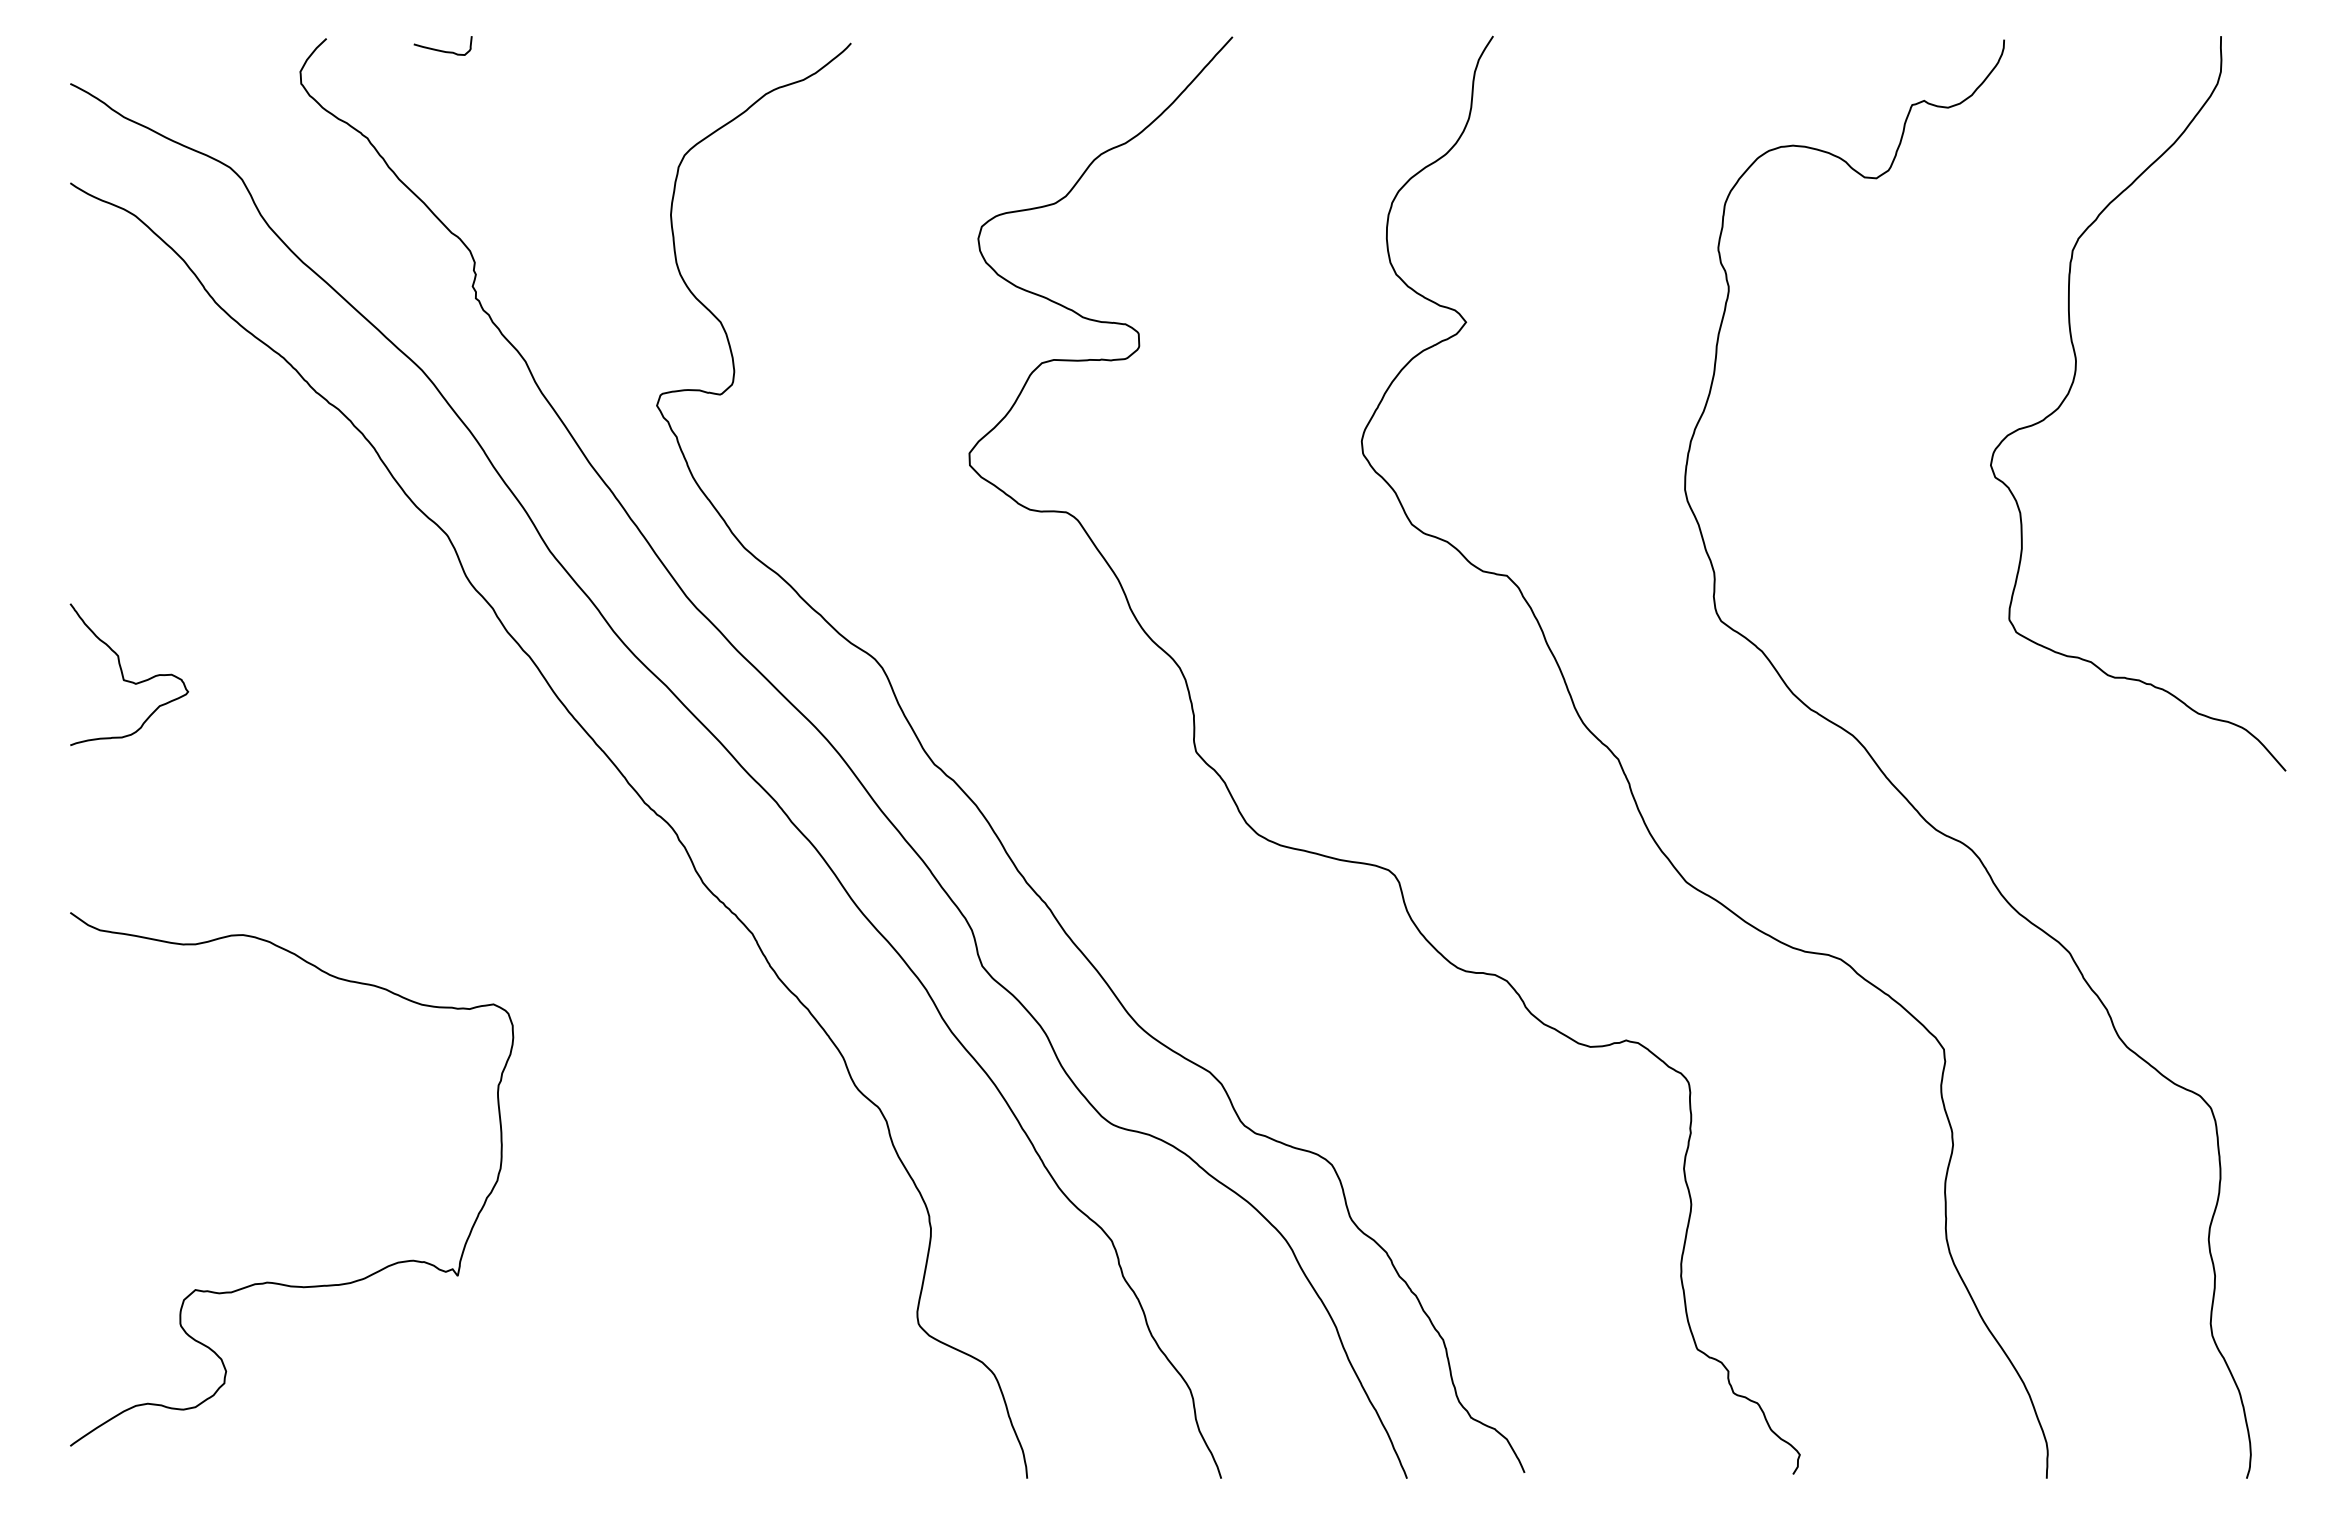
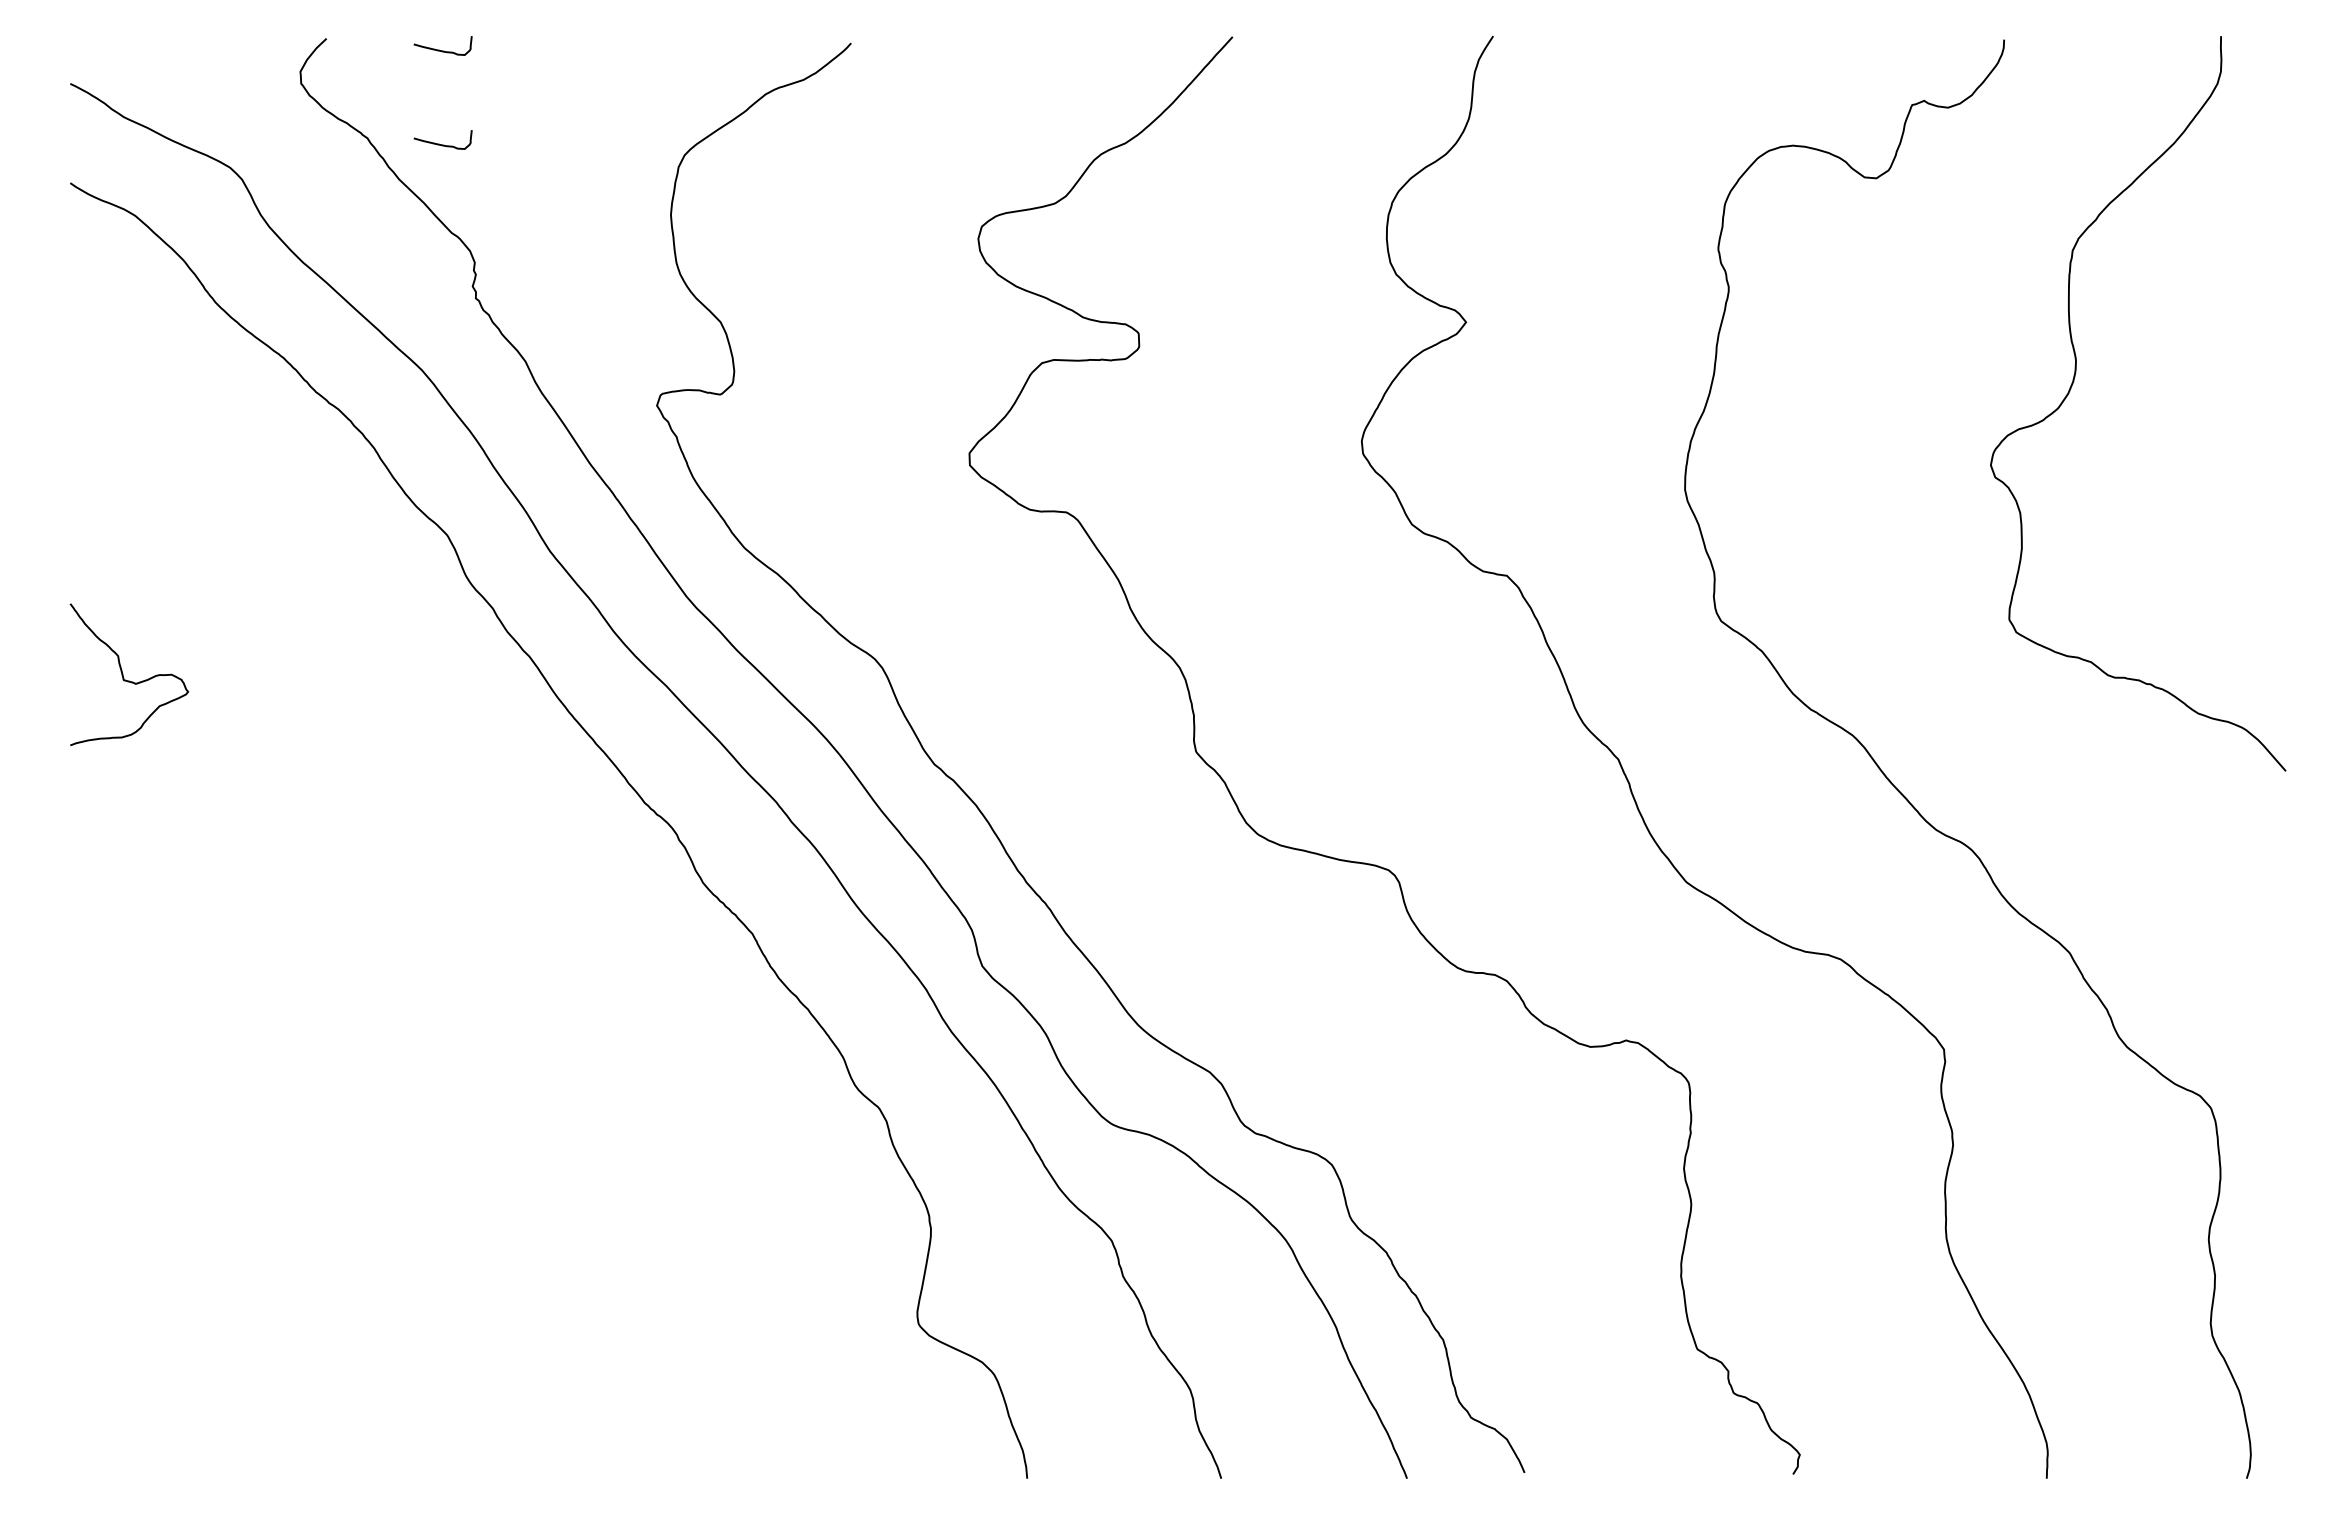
curve at (439, 143): none -> present
curve at (277, 1282): present -> none
